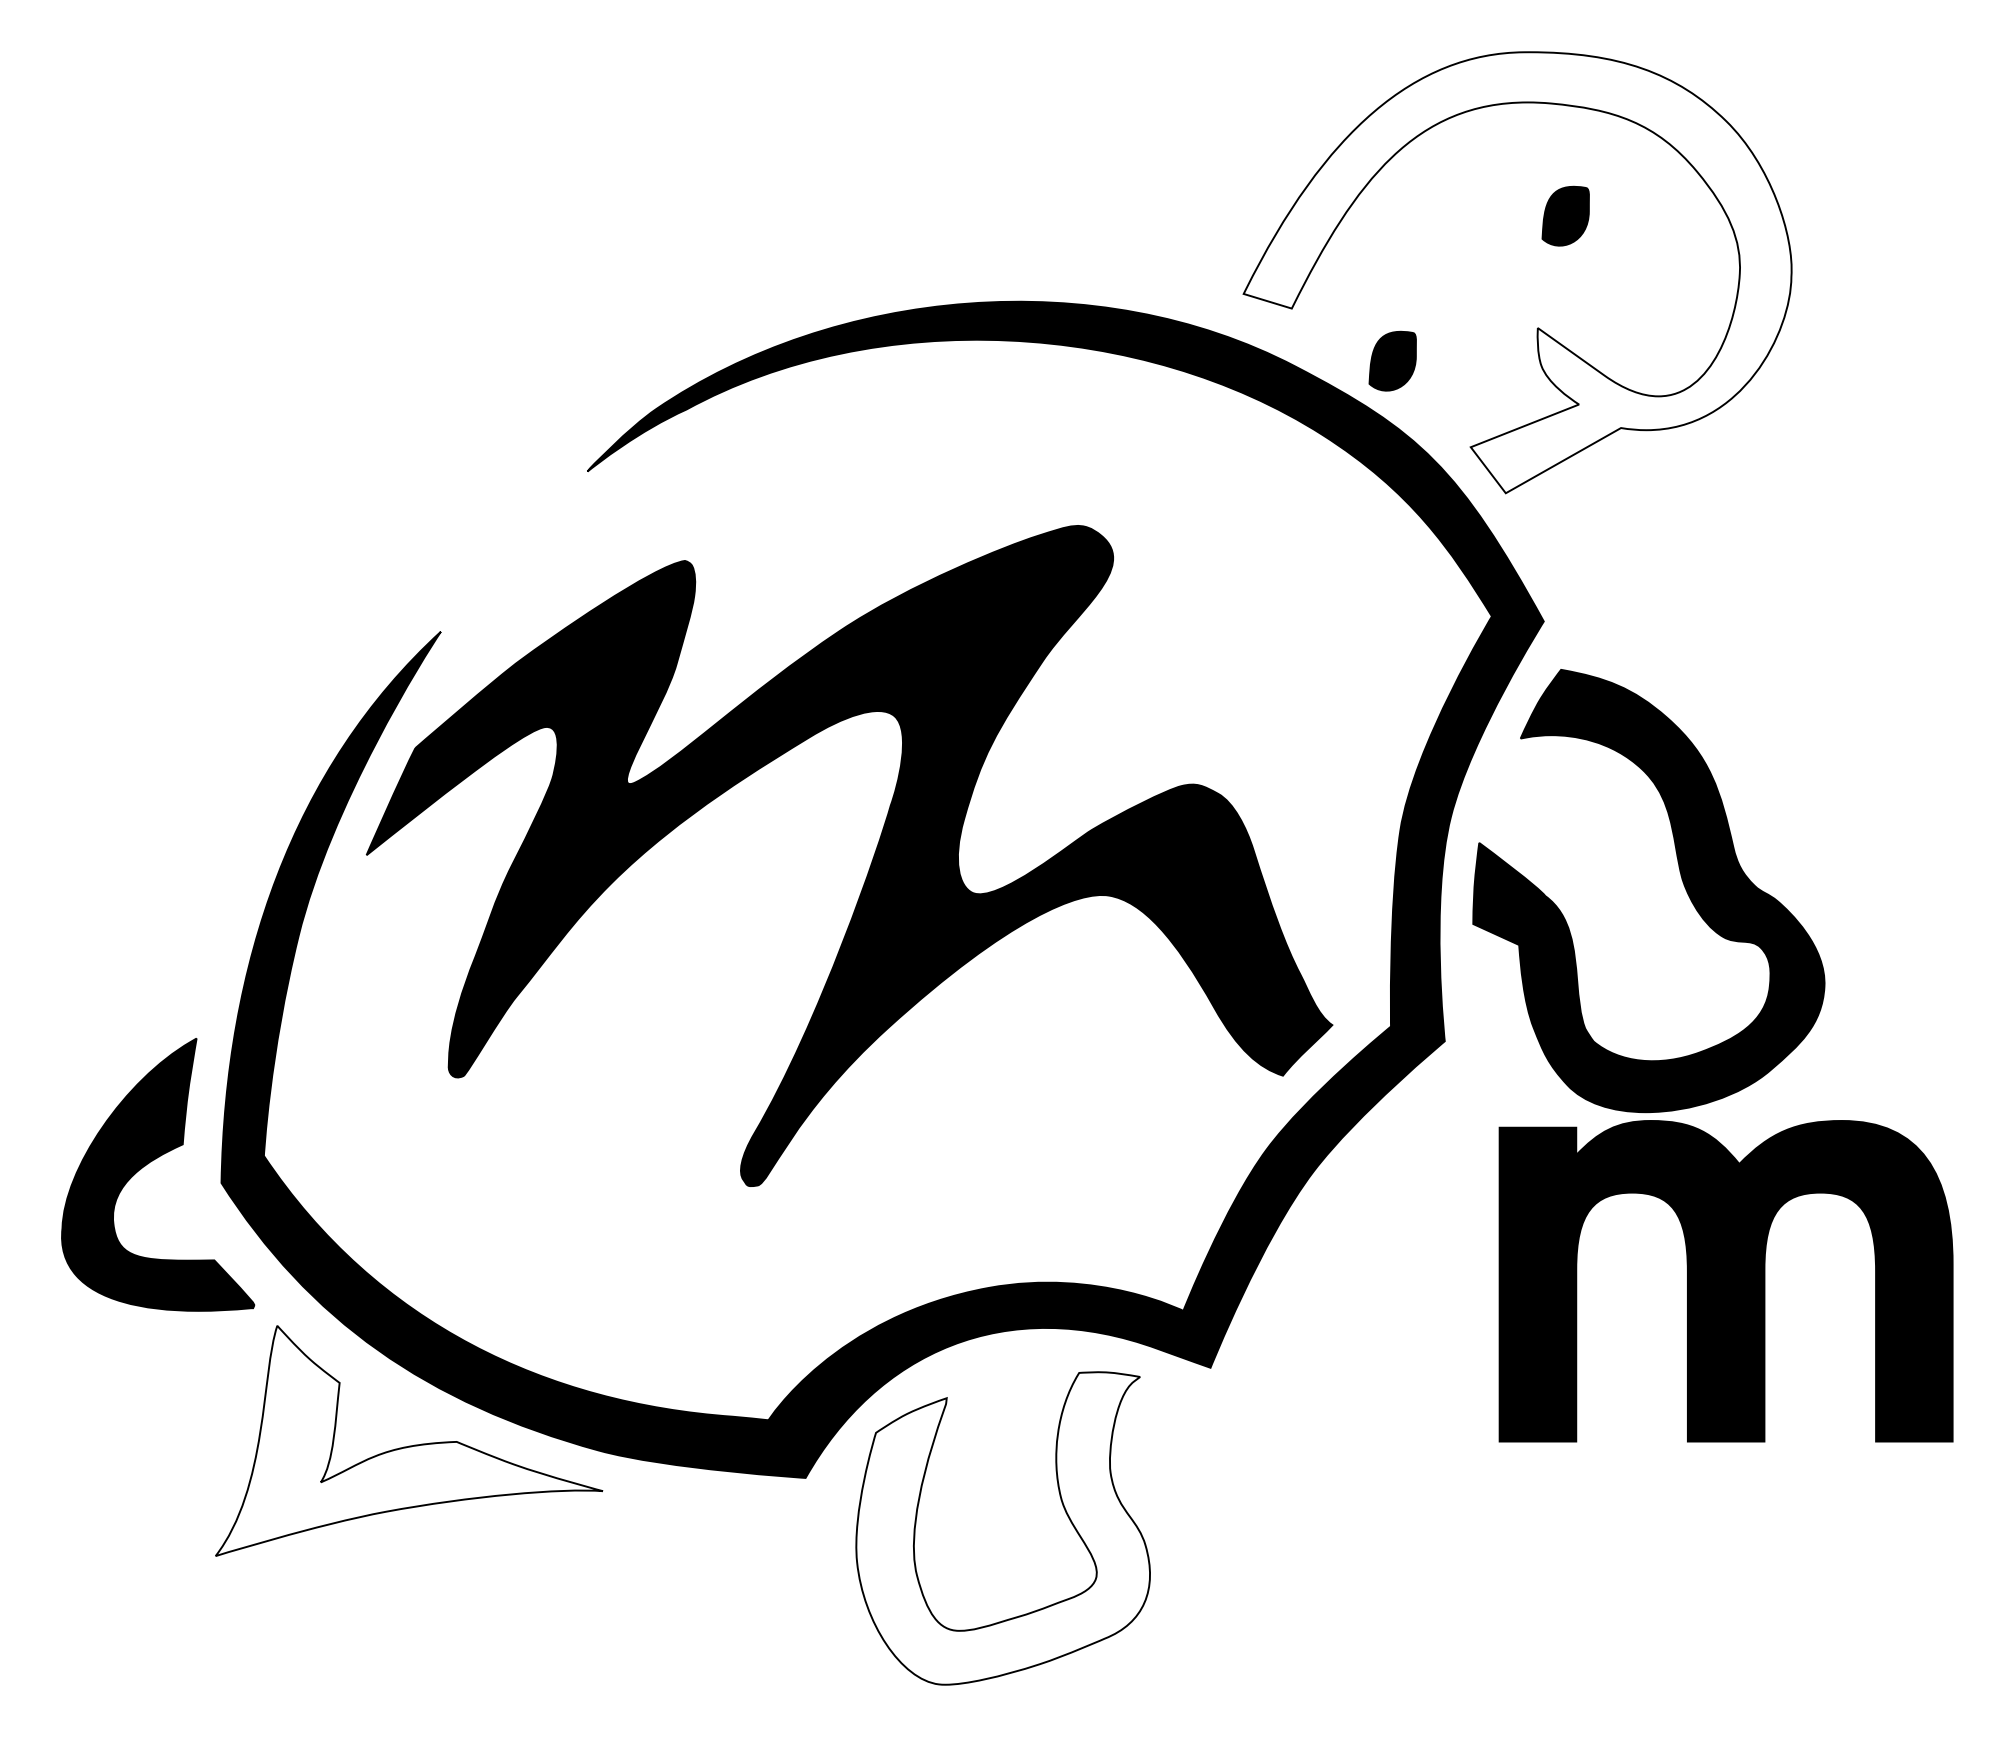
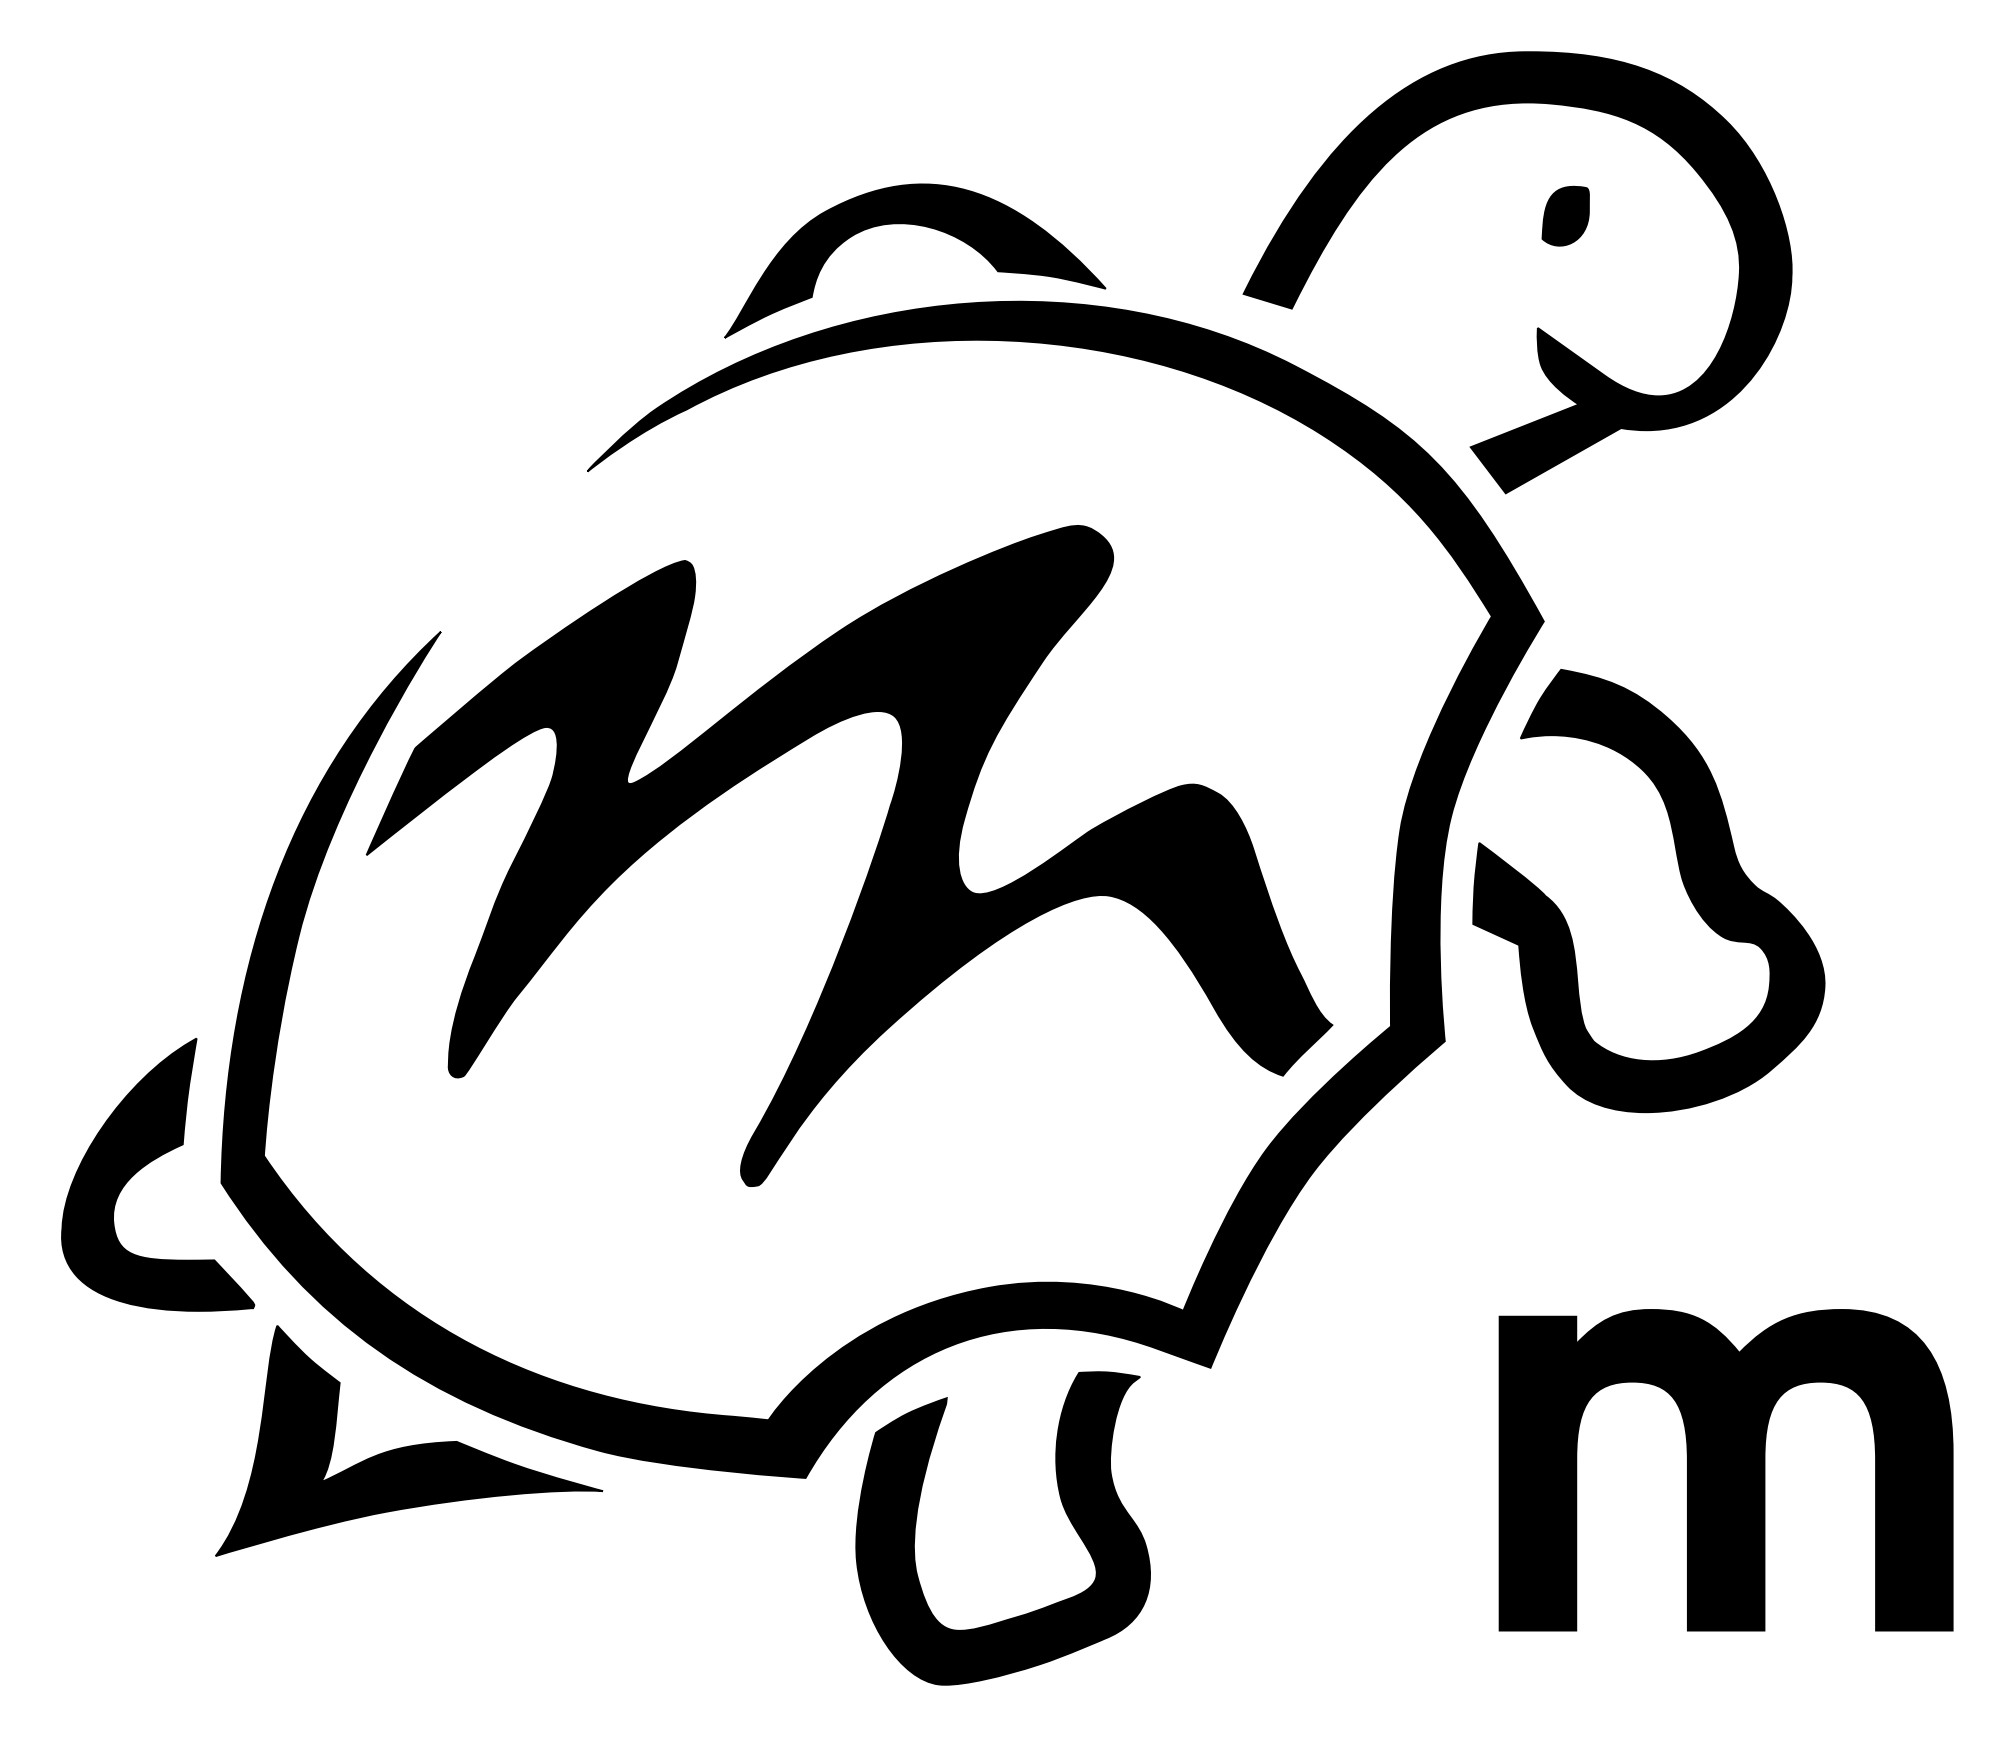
part at (920, 226): none -> present
fill at (1517, 272): none -> present
part at (1392, 360): present -> none
part at (1725, 1281) position: (1725, 1281) -> (1725, 1470)
fill at (409, 1440): none -> present
fill at (1003, 1528): none -> present
